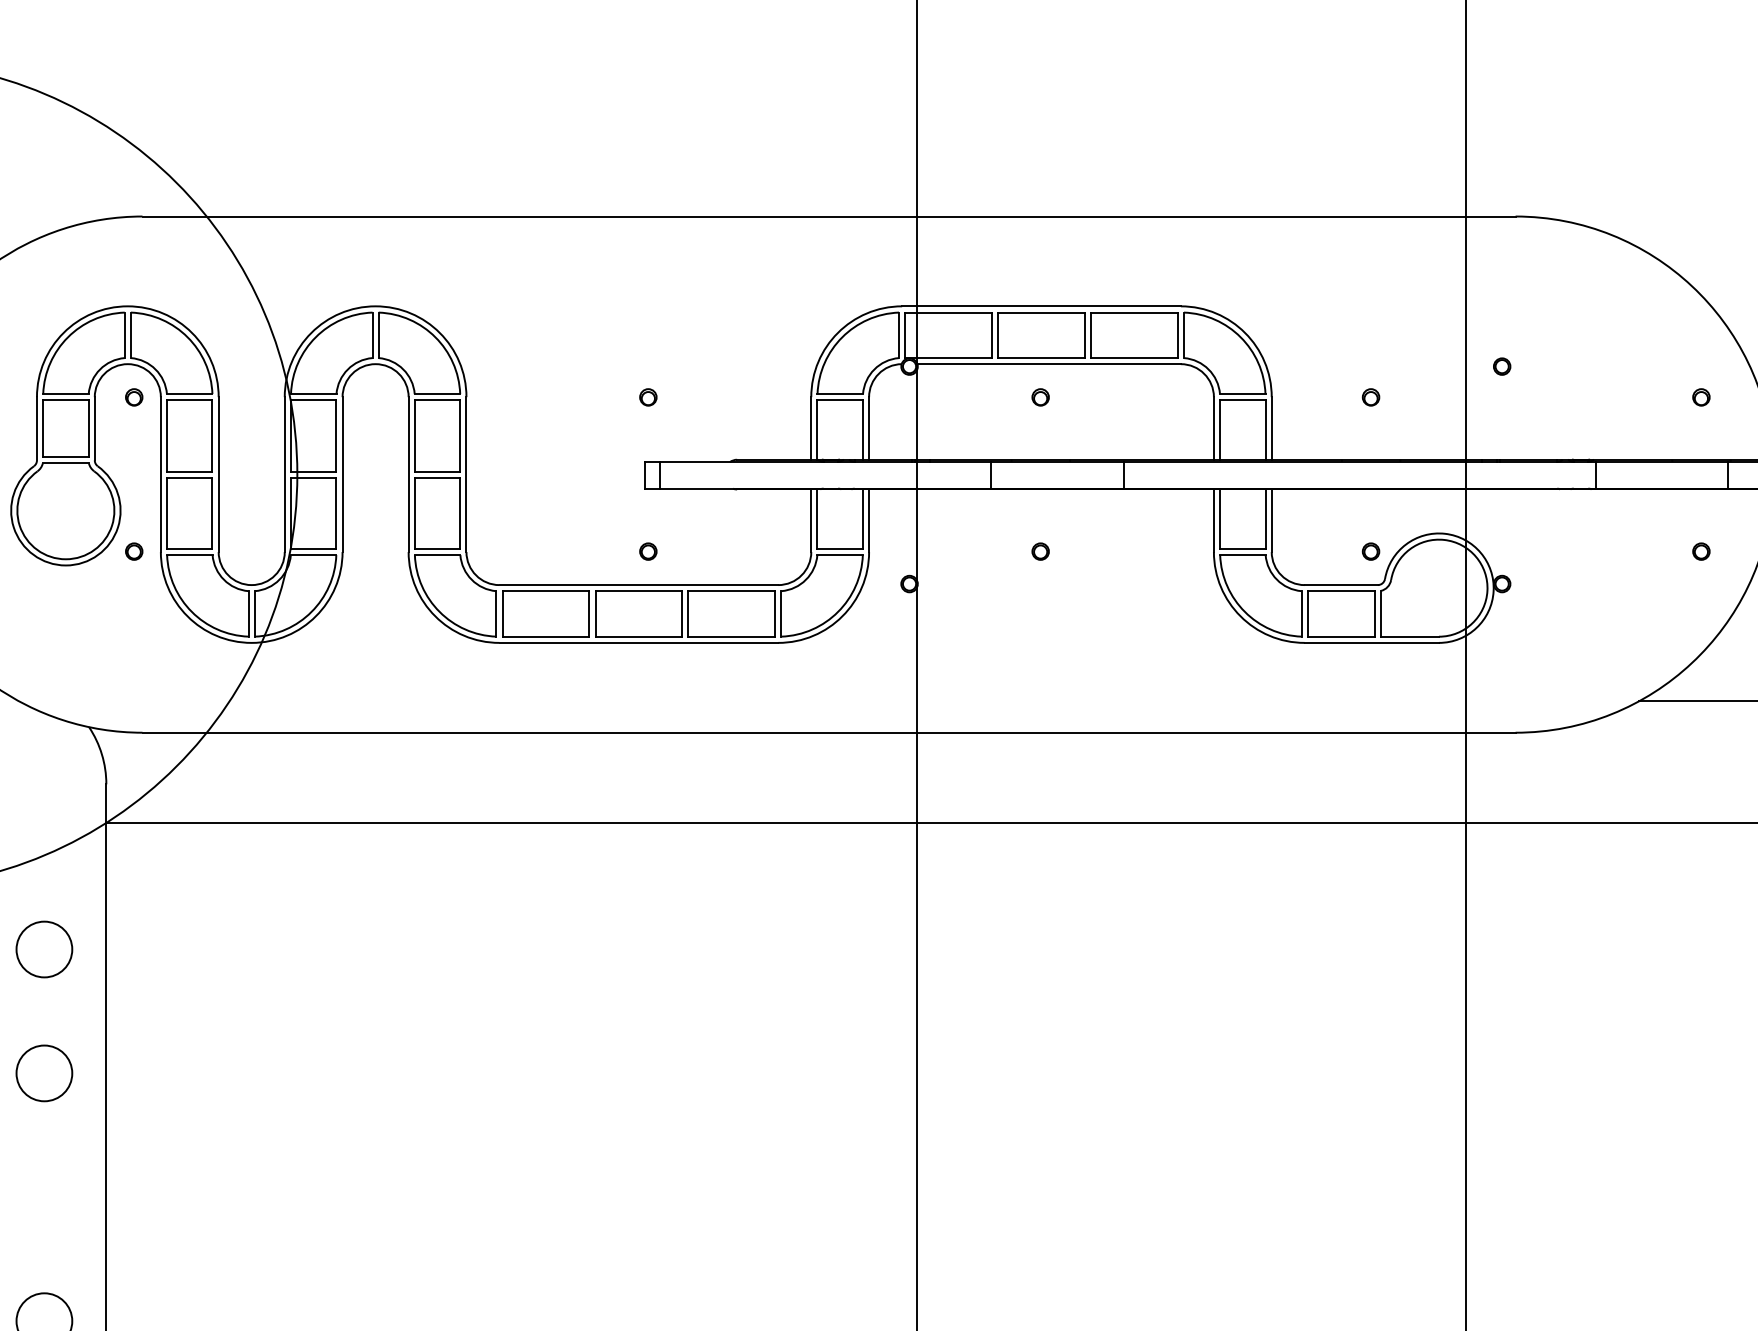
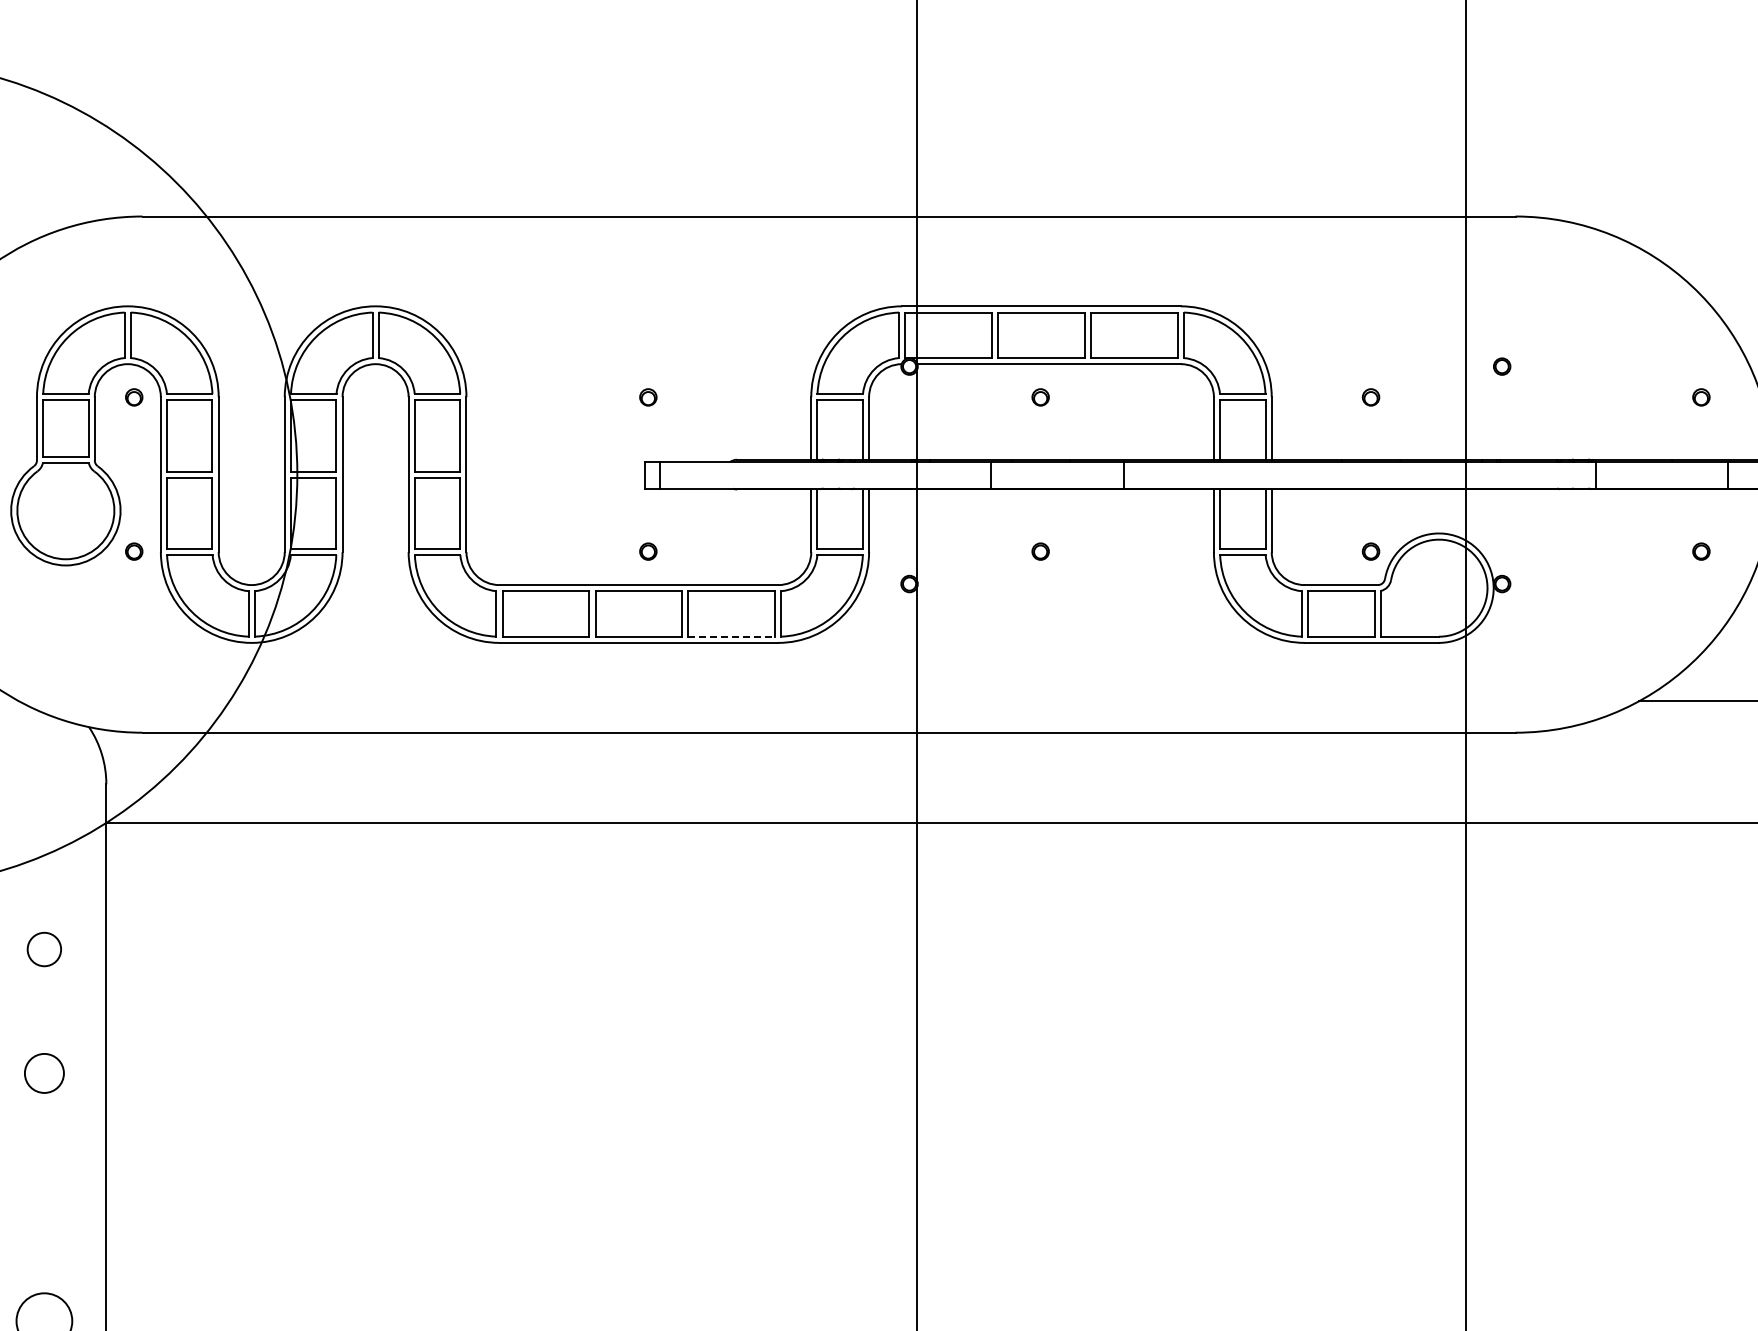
line at (732, 636): solid -> dashed
circle at (44, 949) diameter: 56 px -> 33 px
circle at (44, 1073) size: 59x59 px -> 41x41 px
